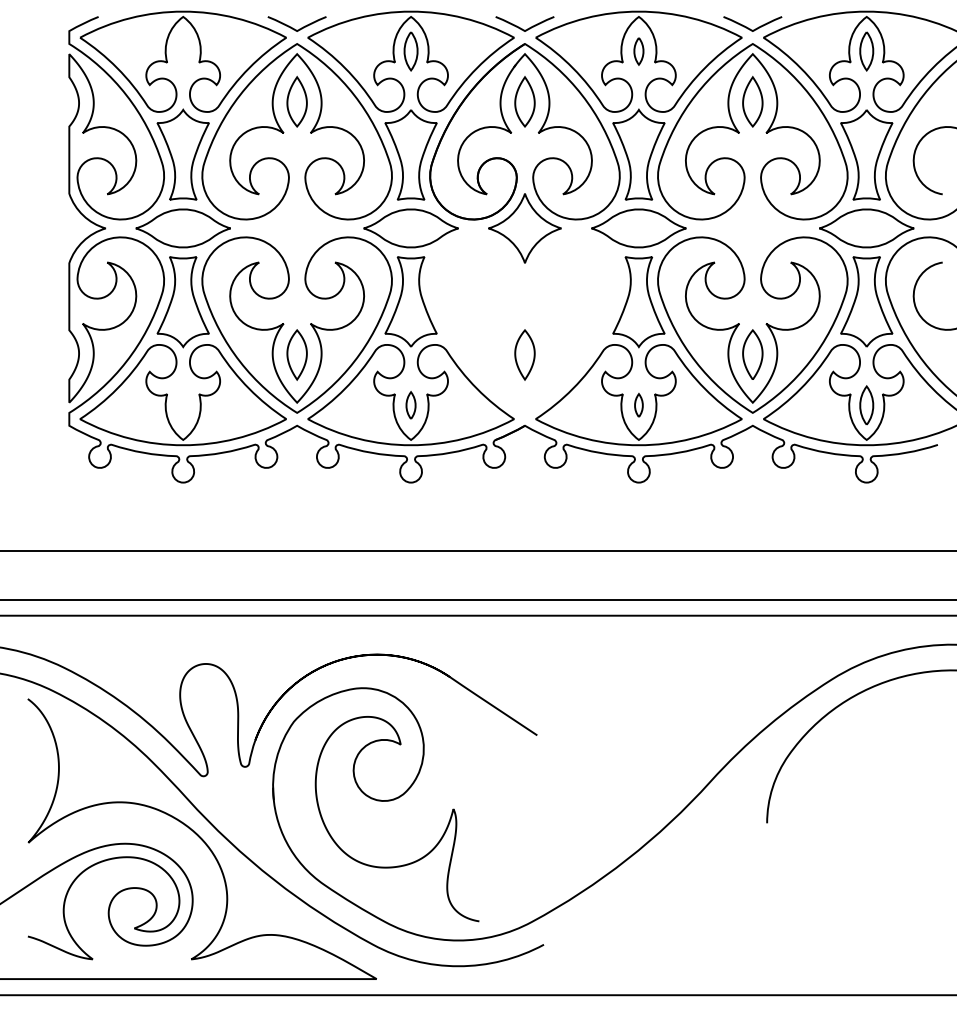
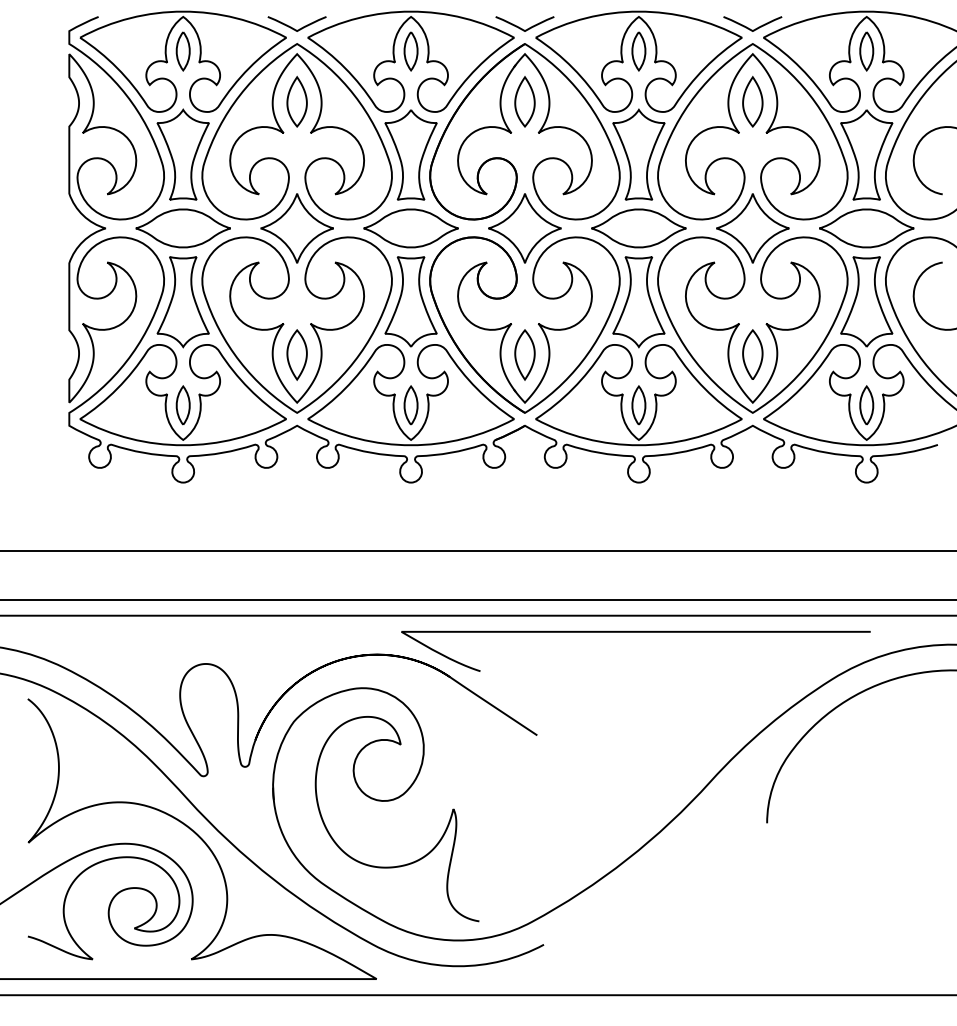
part at (182, 51): none -> present
part at (638, 51) size: 12x29 px -> 16x41 px
part at (296, 228): none -> present
part at (752, 228): none -> present
part at (512, 324): none -> present
part at (638, 404) size: 10x26 px -> 16x41 px
part at (182, 405): none -> present
part at (410, 405) size: 12x29 px -> 16x41 px
curve at (635, 632): none -> present
